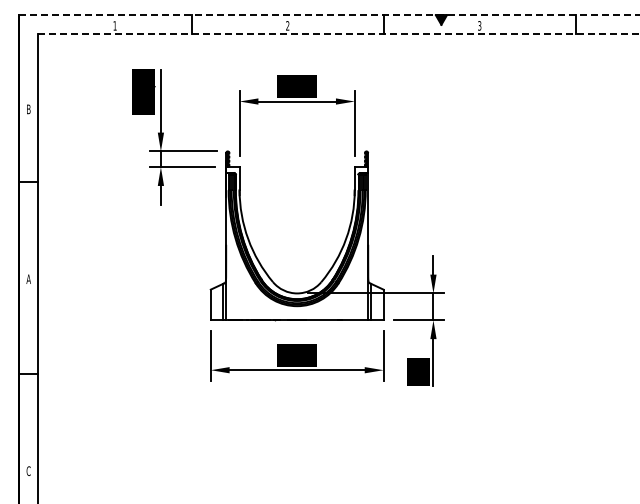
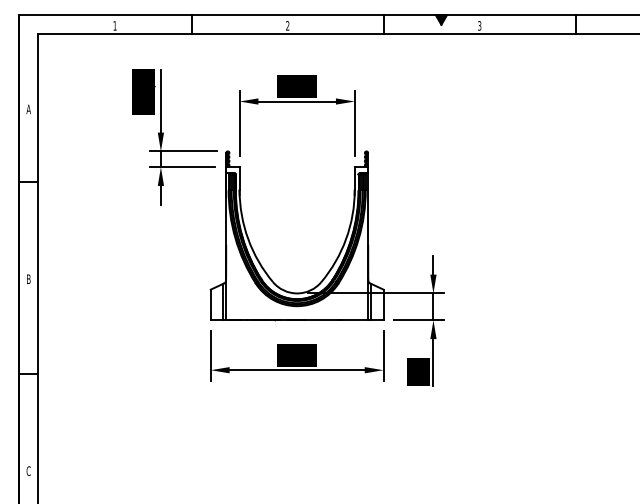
line at (330, 15): dashed -> solid
line at (339, 34): dashed -> solid
text at (28, 109): B -> A
text at (28, 278): A -> B
